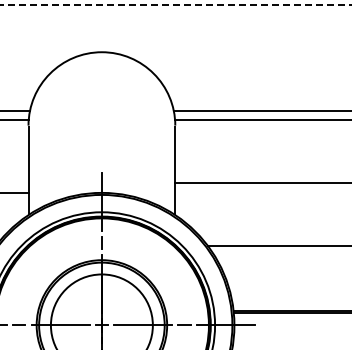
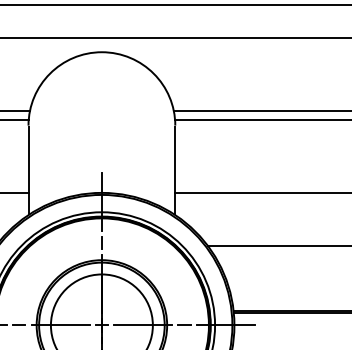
line at (175, 5): dashed -> solid
line at (175, 38): none -> present
line at (261, 182) position: (261, 182) -> (261, 192)
